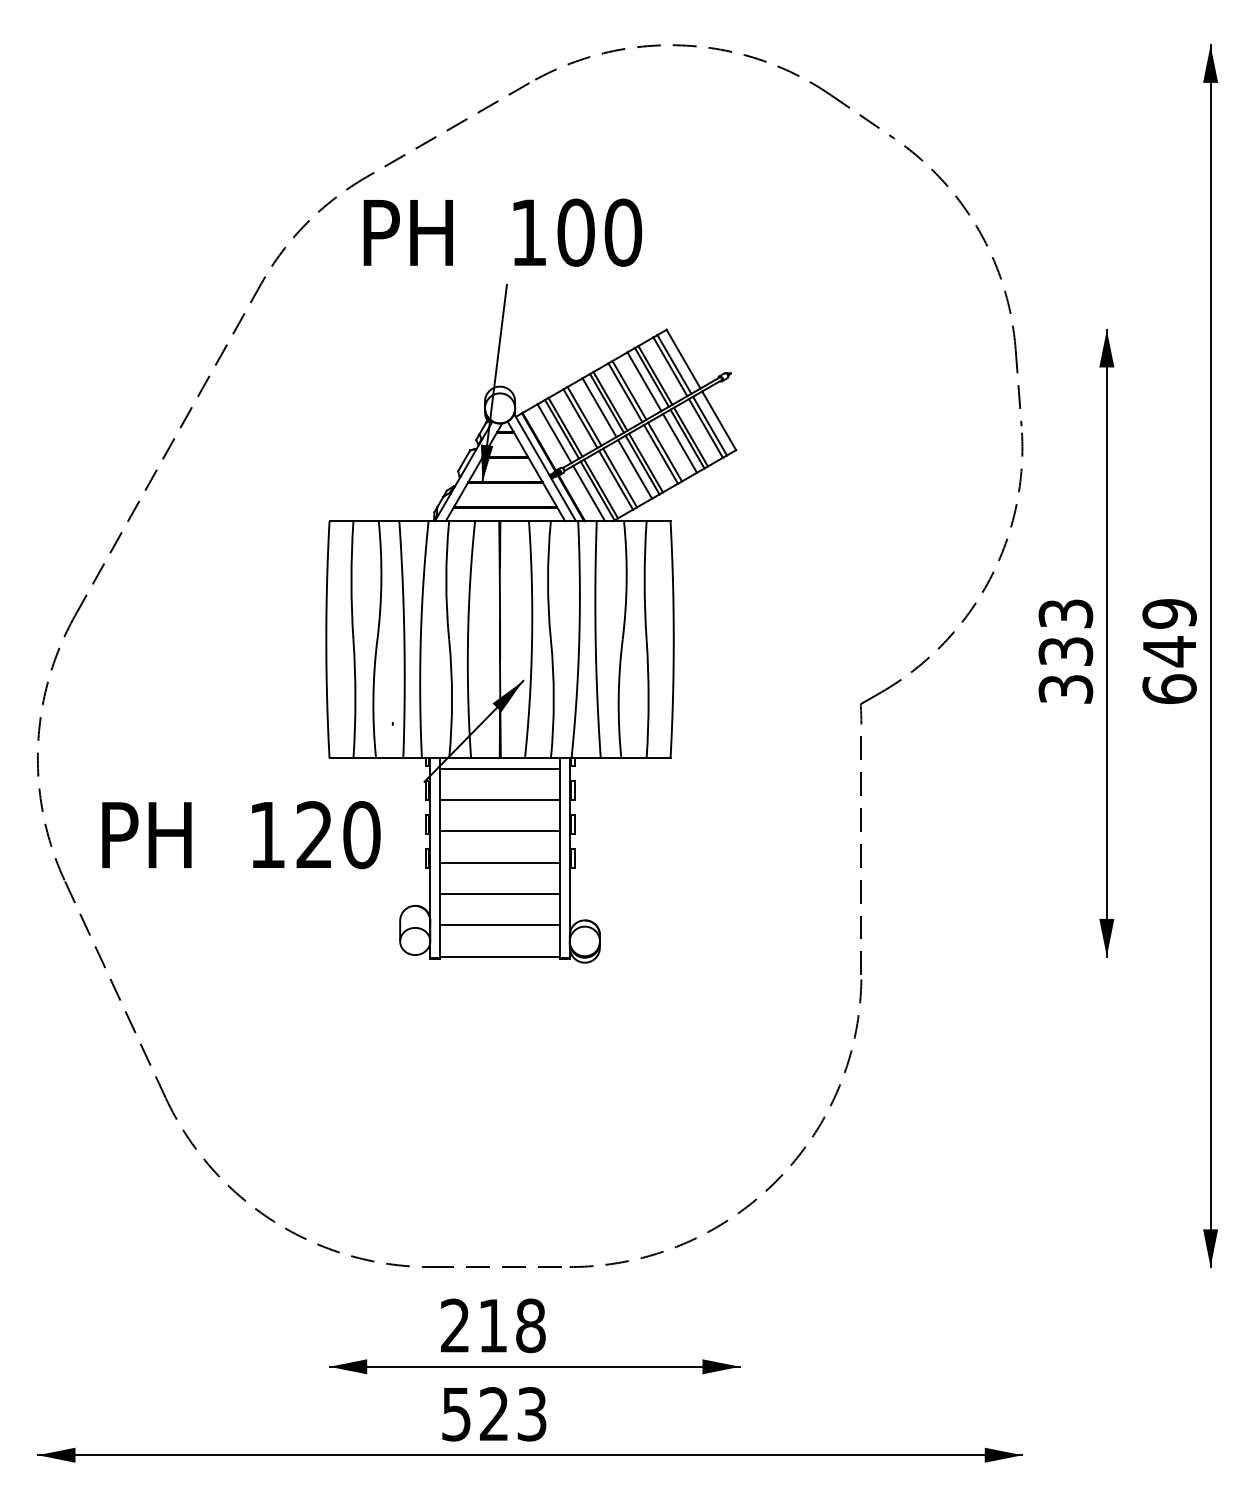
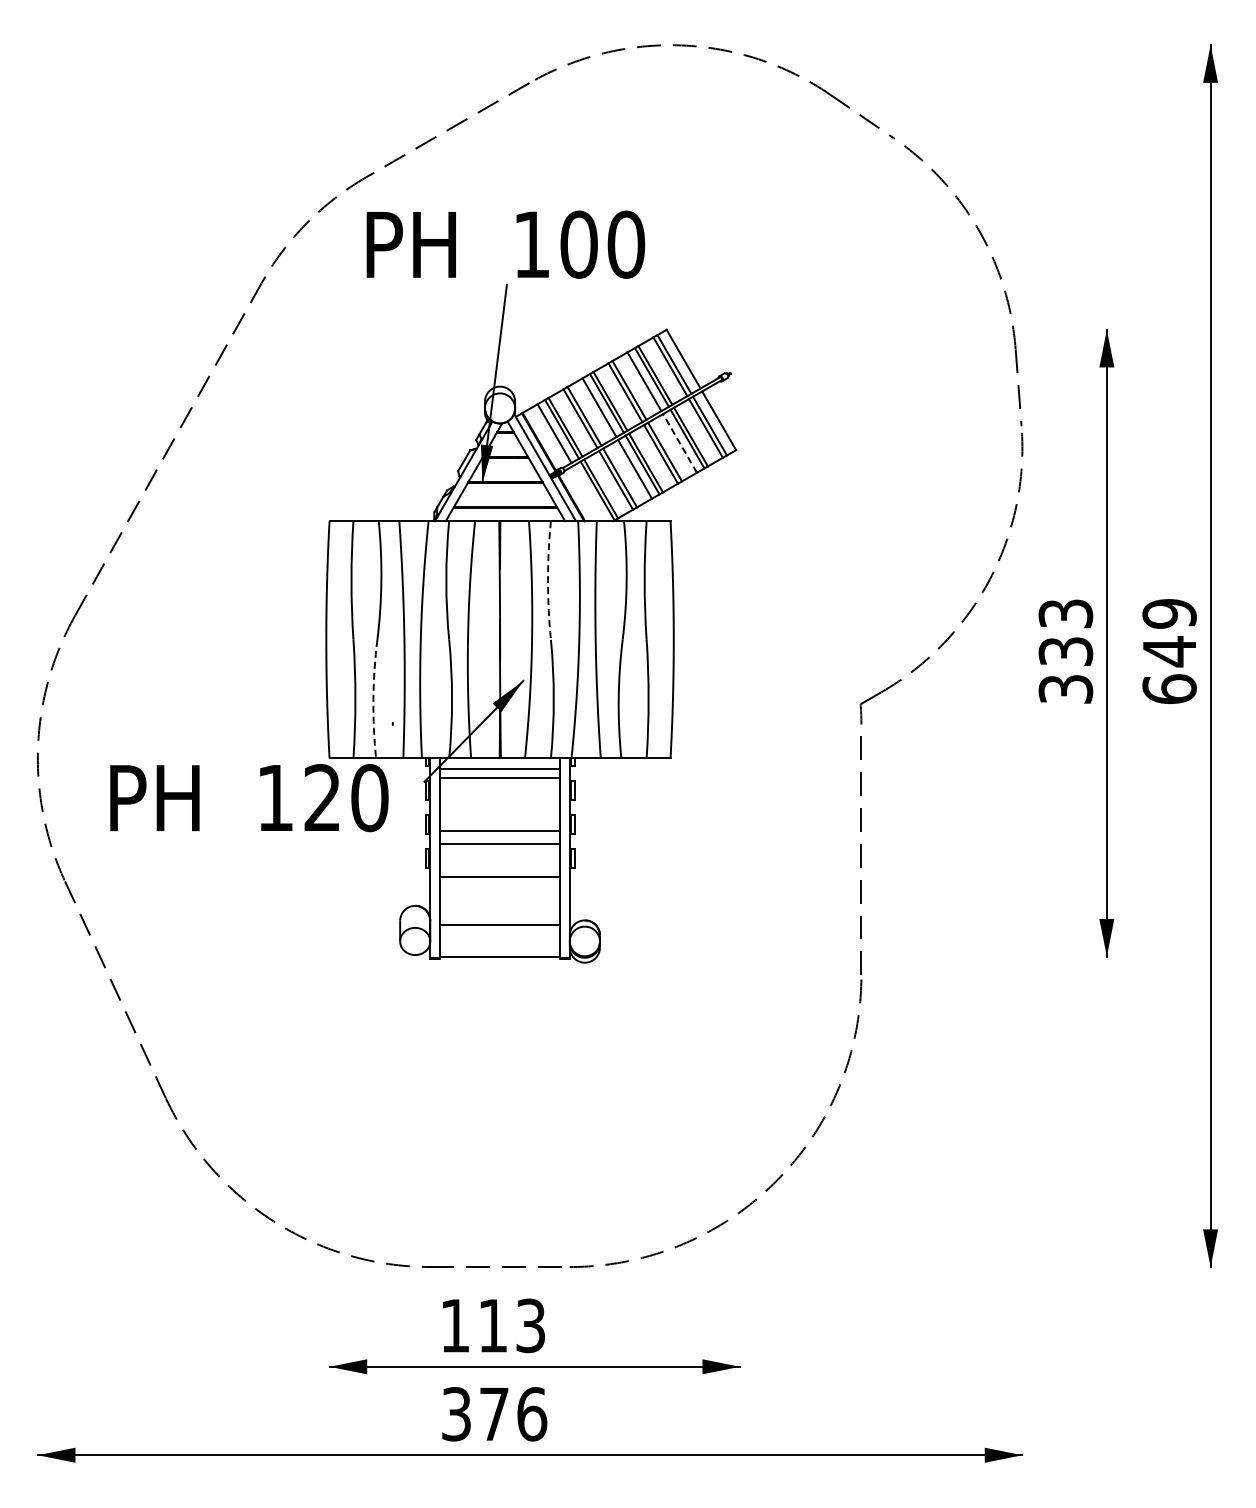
text at (502, 232) position: (502, 232) -> (505, 244)
line at (680, 443): solid -> dashed
line at (589, 493): present -> none
arc at (548, 580): solid -> dashed
arc at (373, 699): solid -> dashed
line at (499, 800) position: (499, 800) -> (499, 778)
text at (241, 835) position: (241, 835) -> (249, 798)
line at (499, 862) position: (499, 862) -> (499, 843)
line at (499, 894) position: (499, 894) -> (499, 877)
text at (493, 1325): 218 -> 113
text at (494, 1414): 523 -> 376
